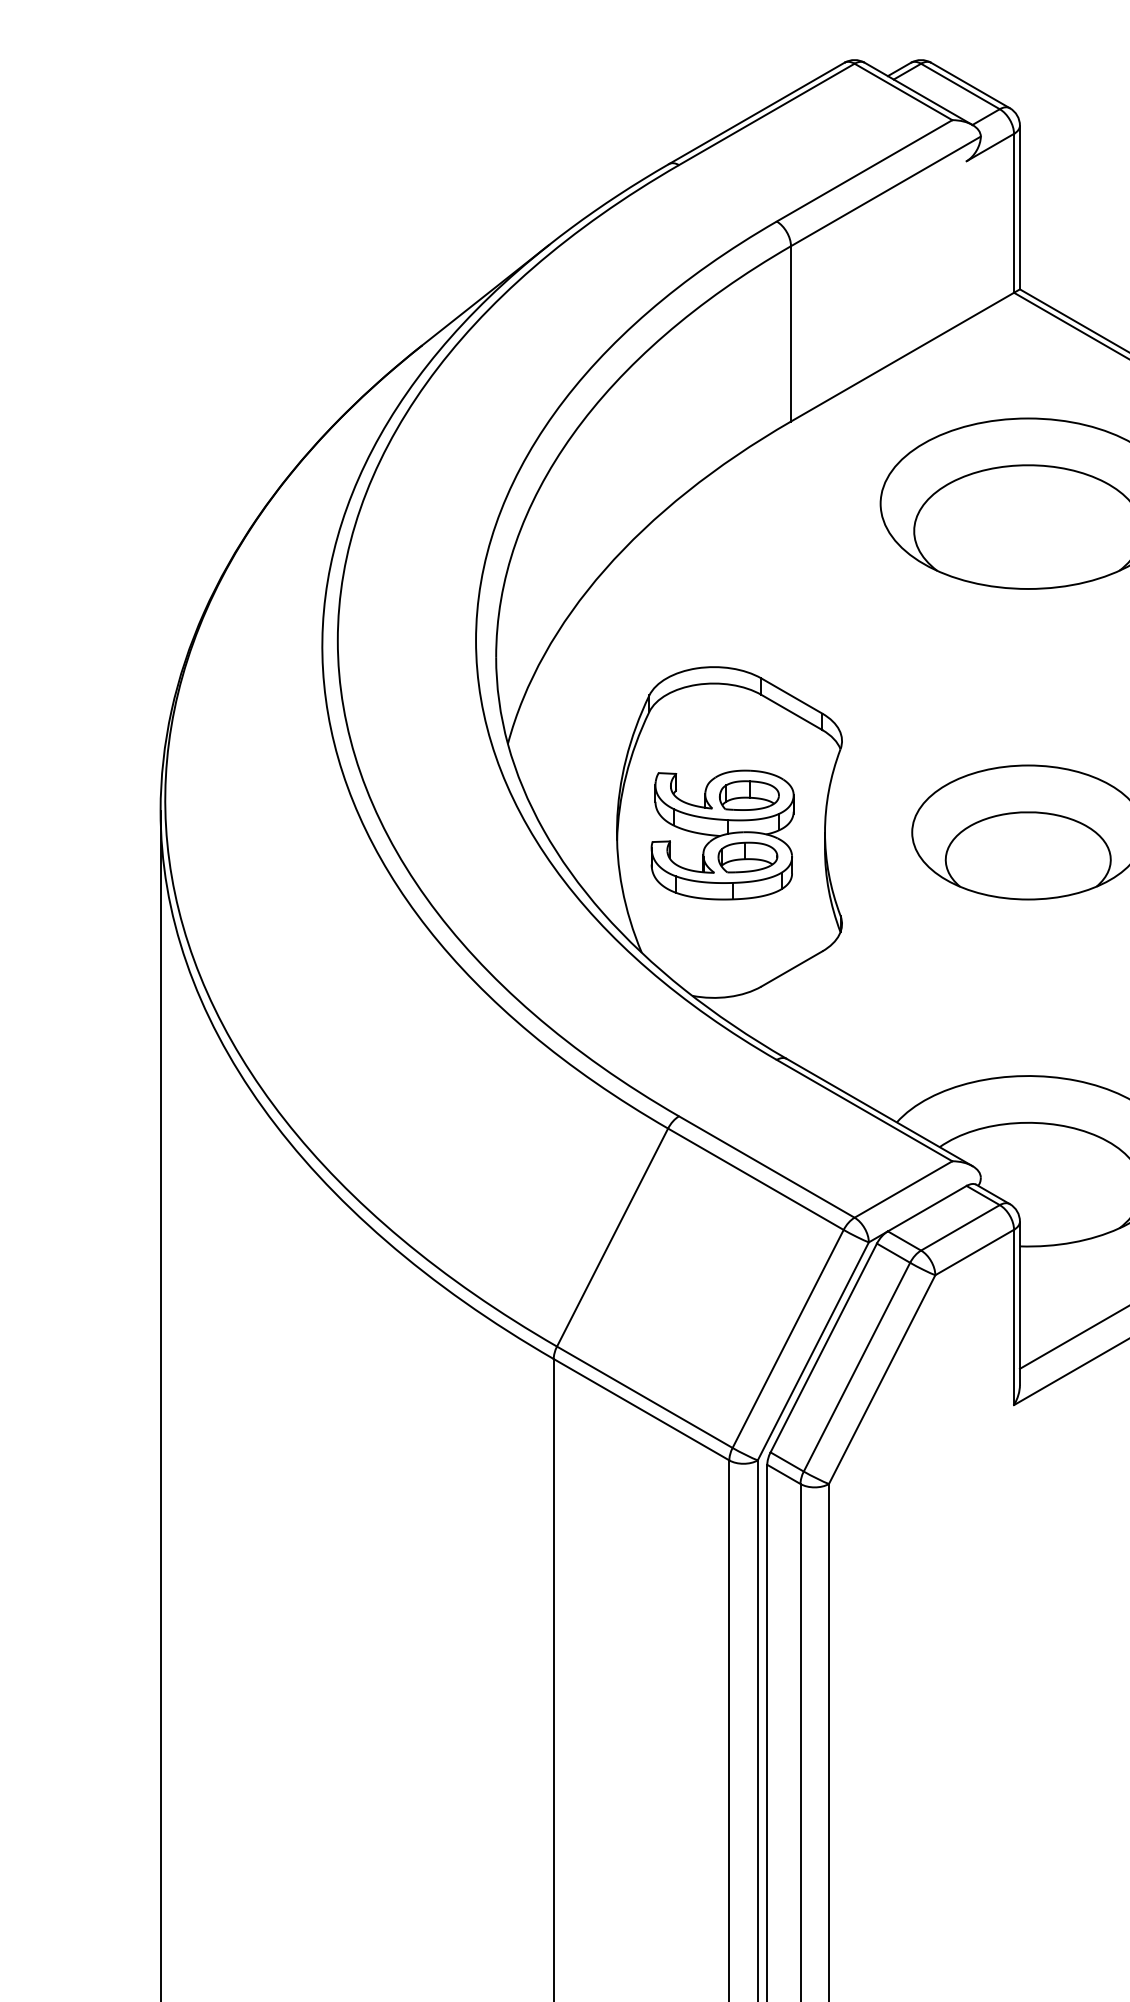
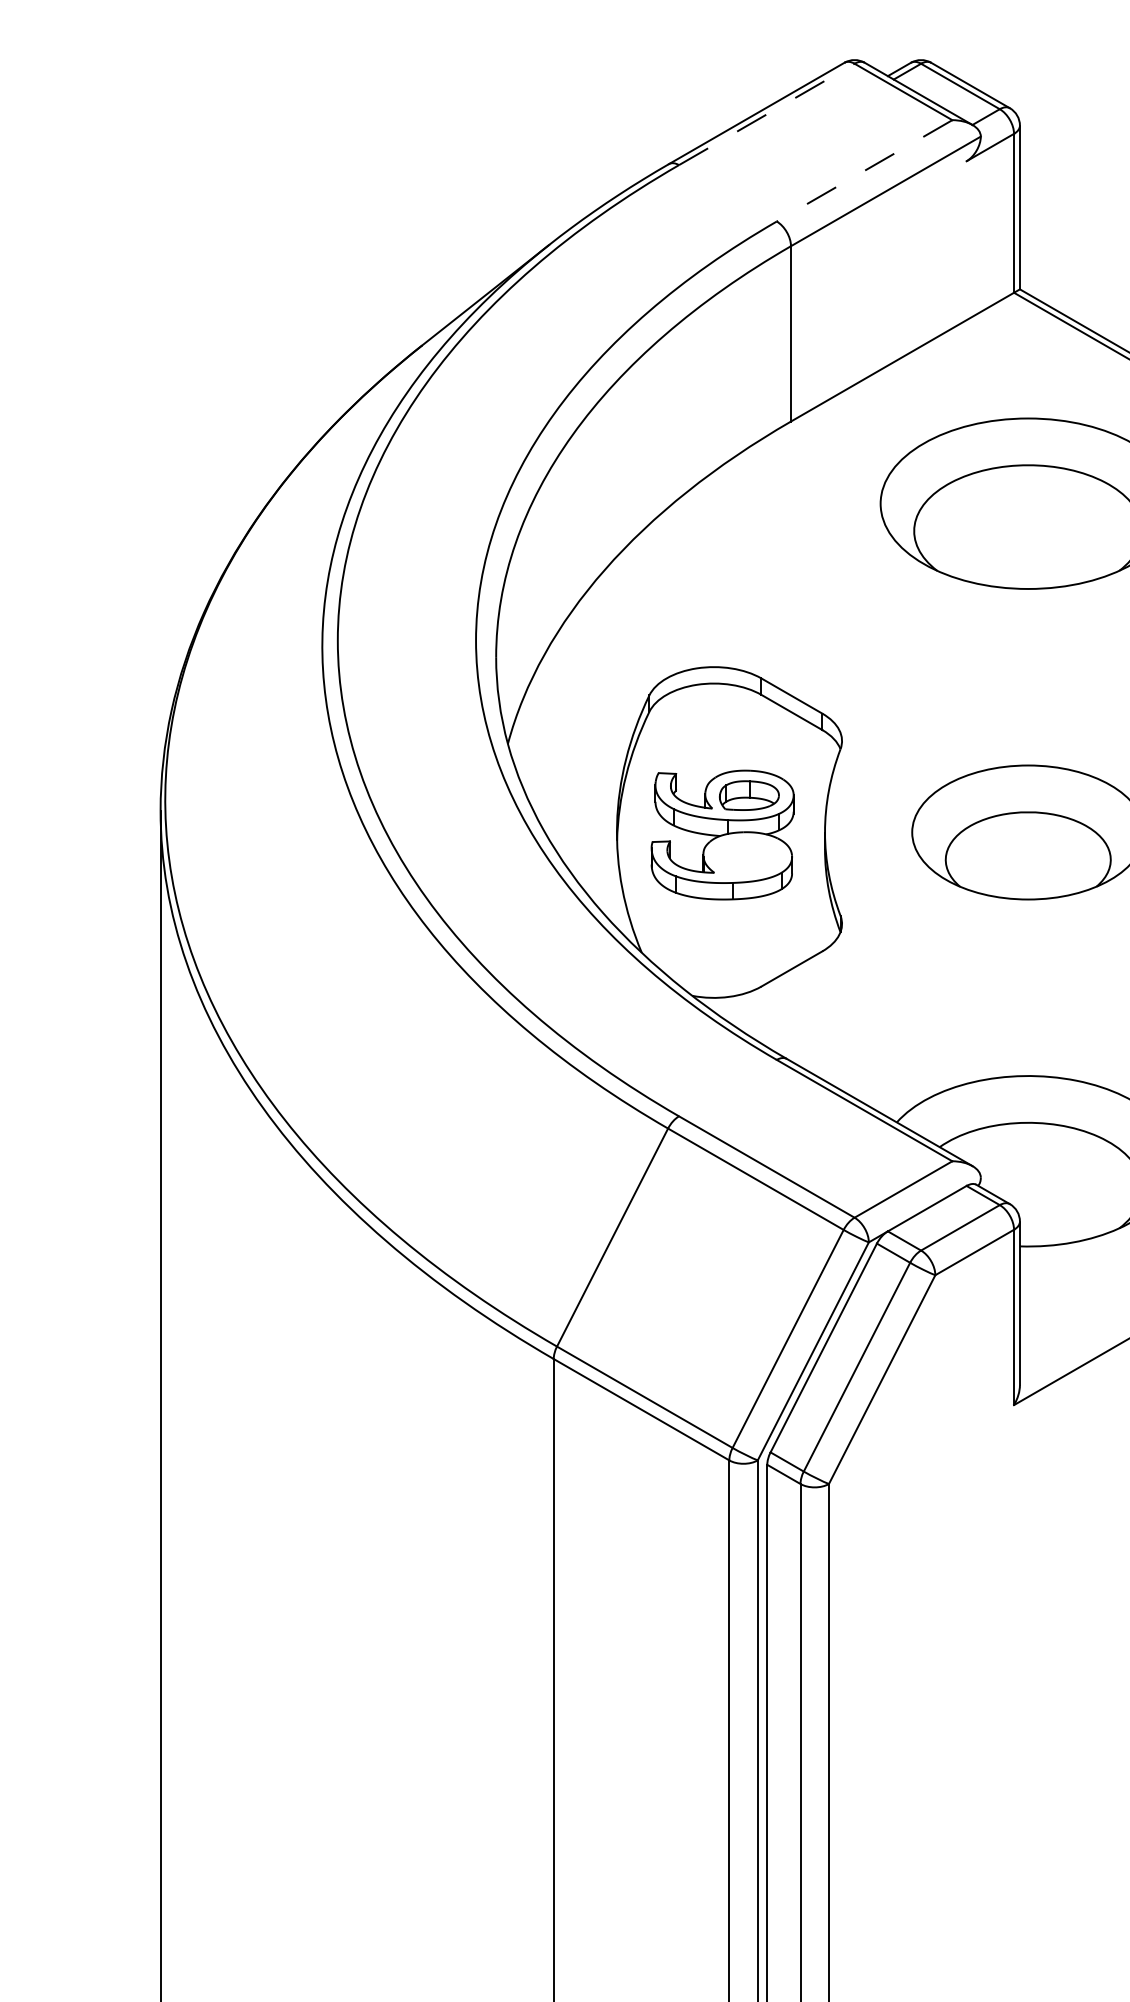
line at (767, 114): solid -> dashed
line at (864, 171): solid -> dashed
part at (747, 857): present -> none
line at (1072, 1337): present -> none
